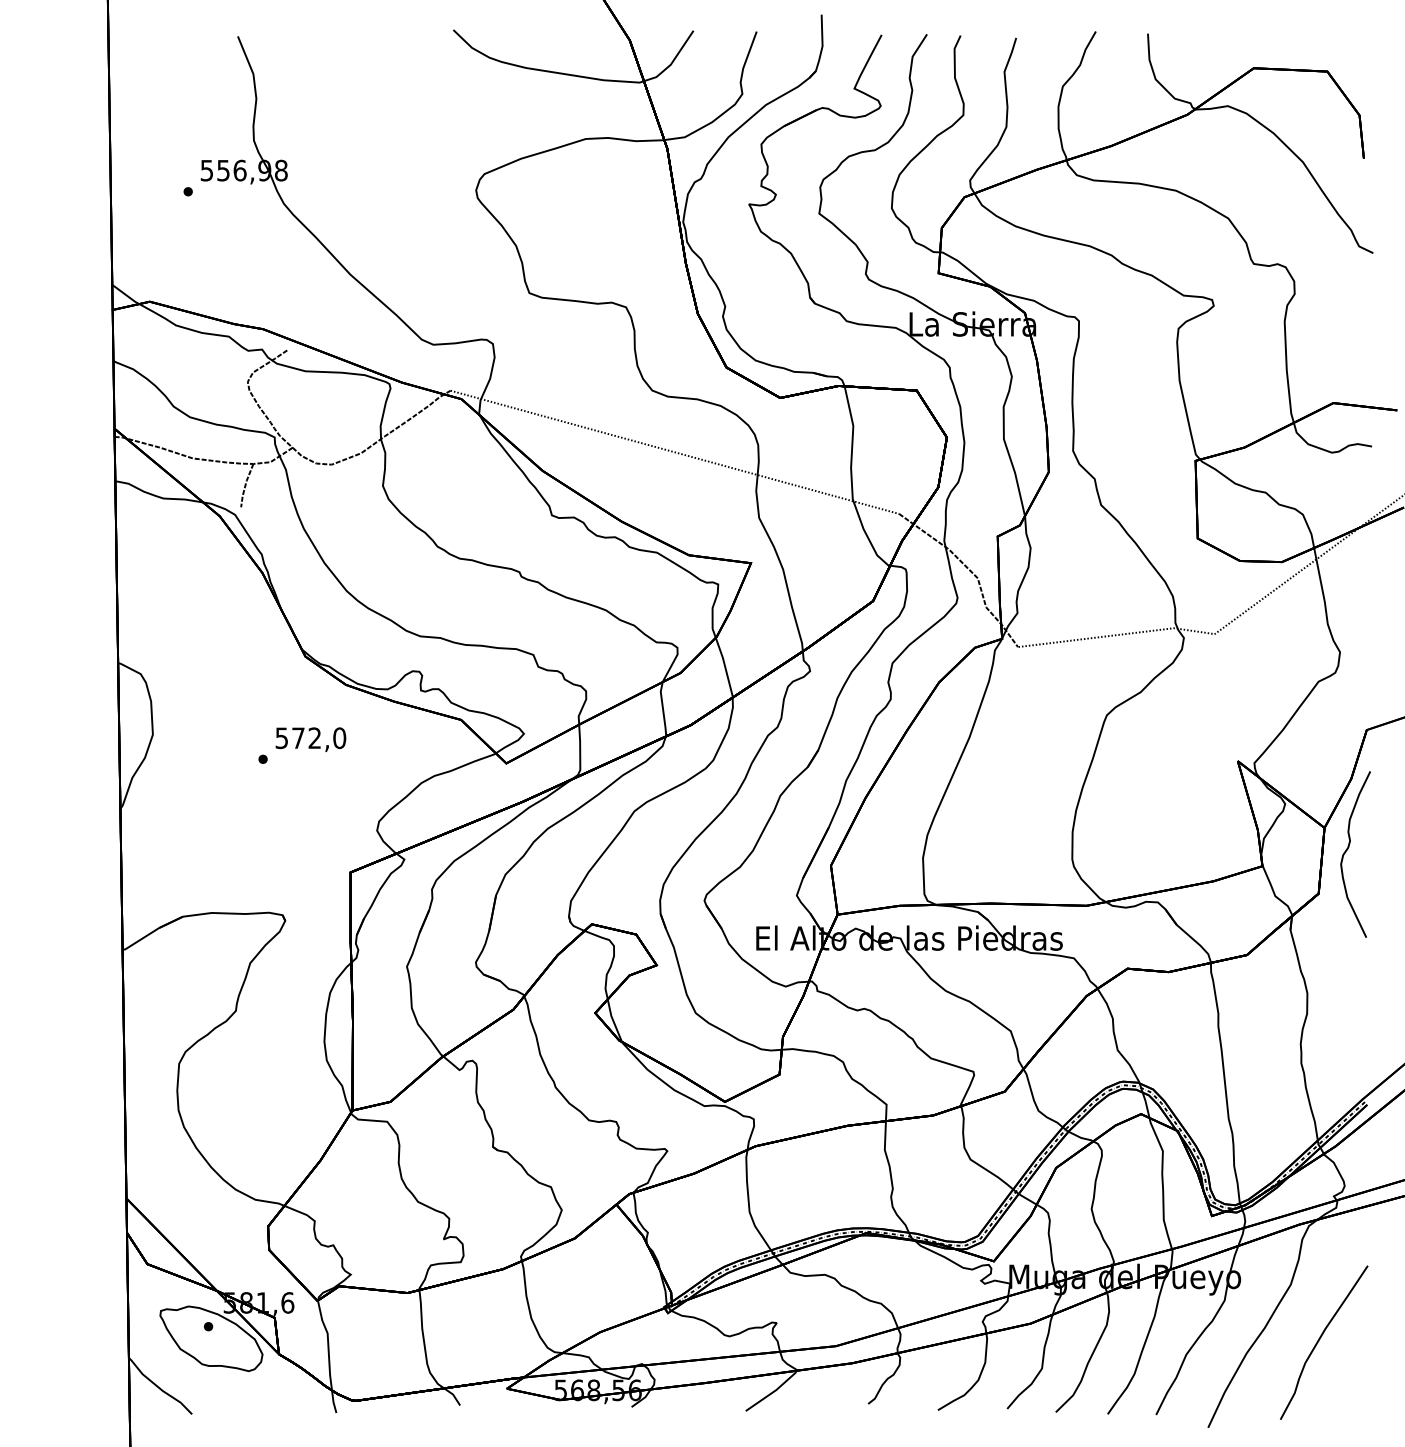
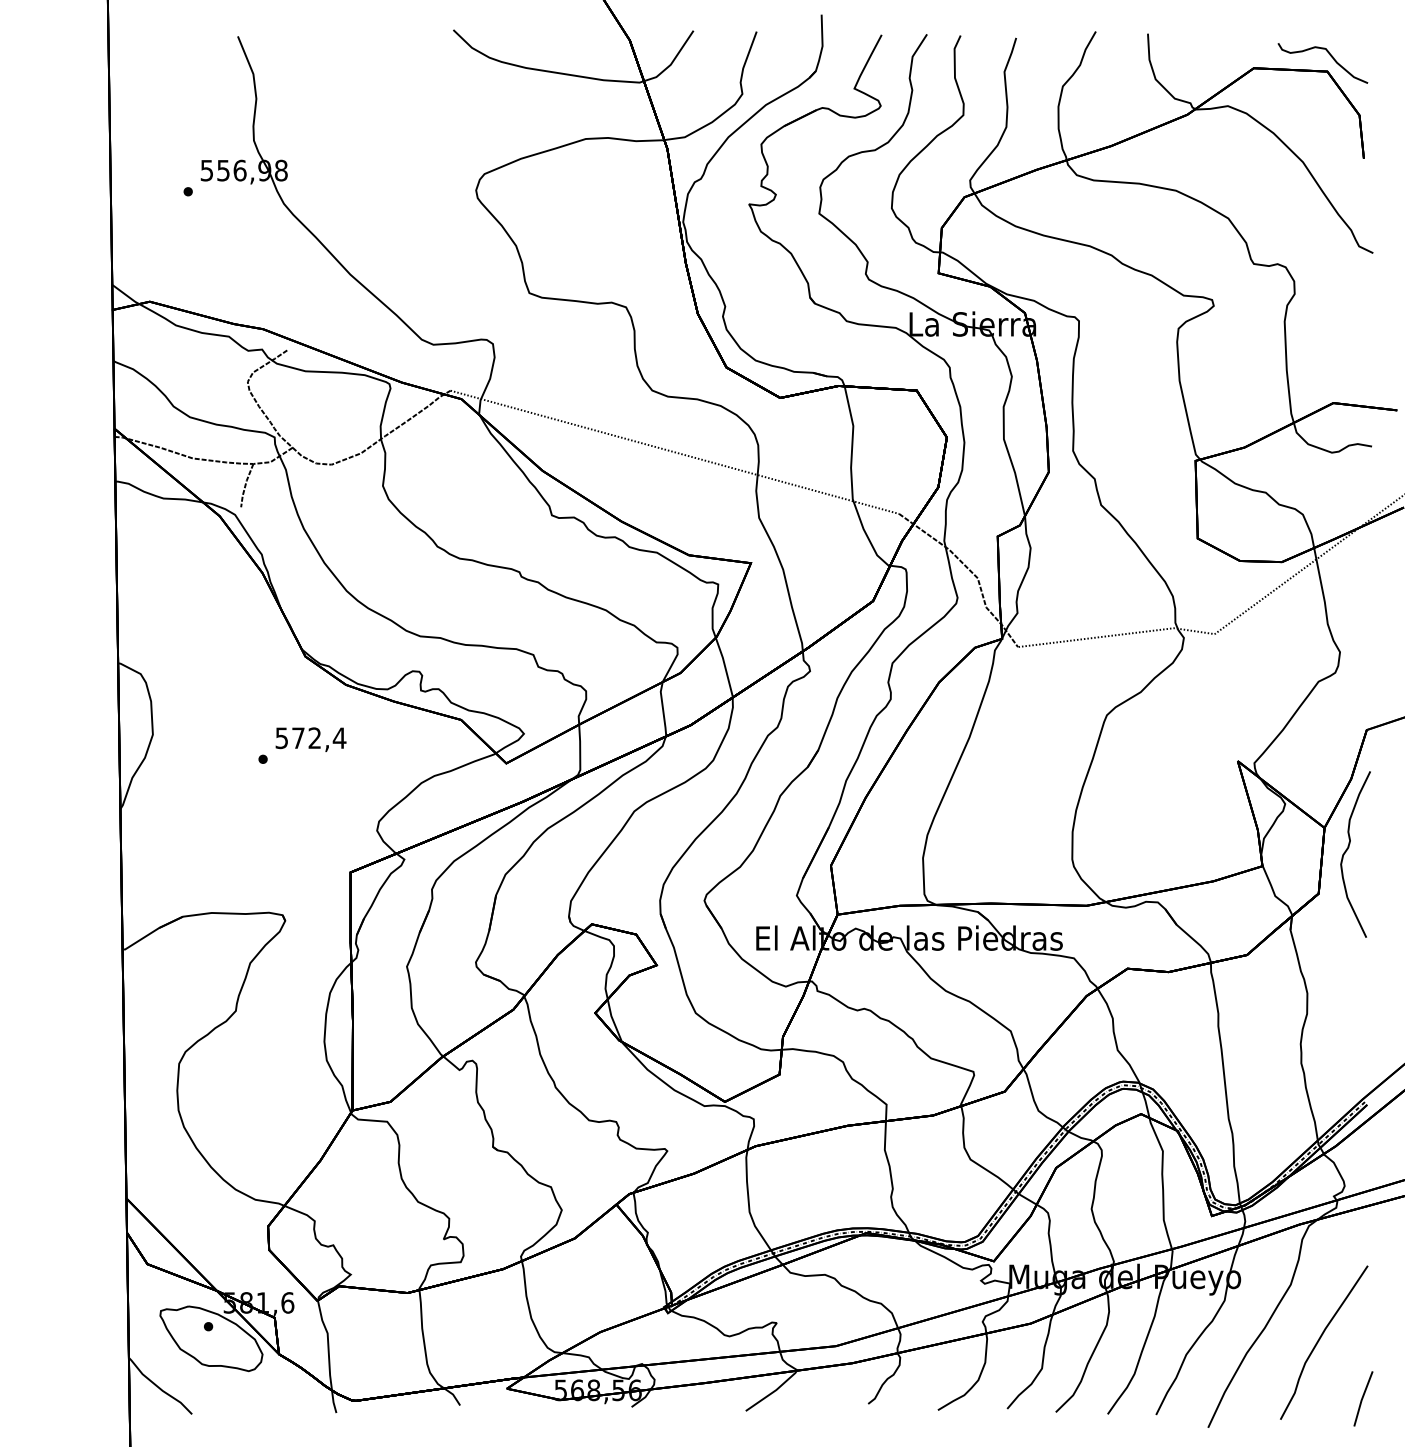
curve at (1329, 55): none -> present
text at (339, 738): 572,0 -> 572,4
line at (1363, 1398): none -> present
